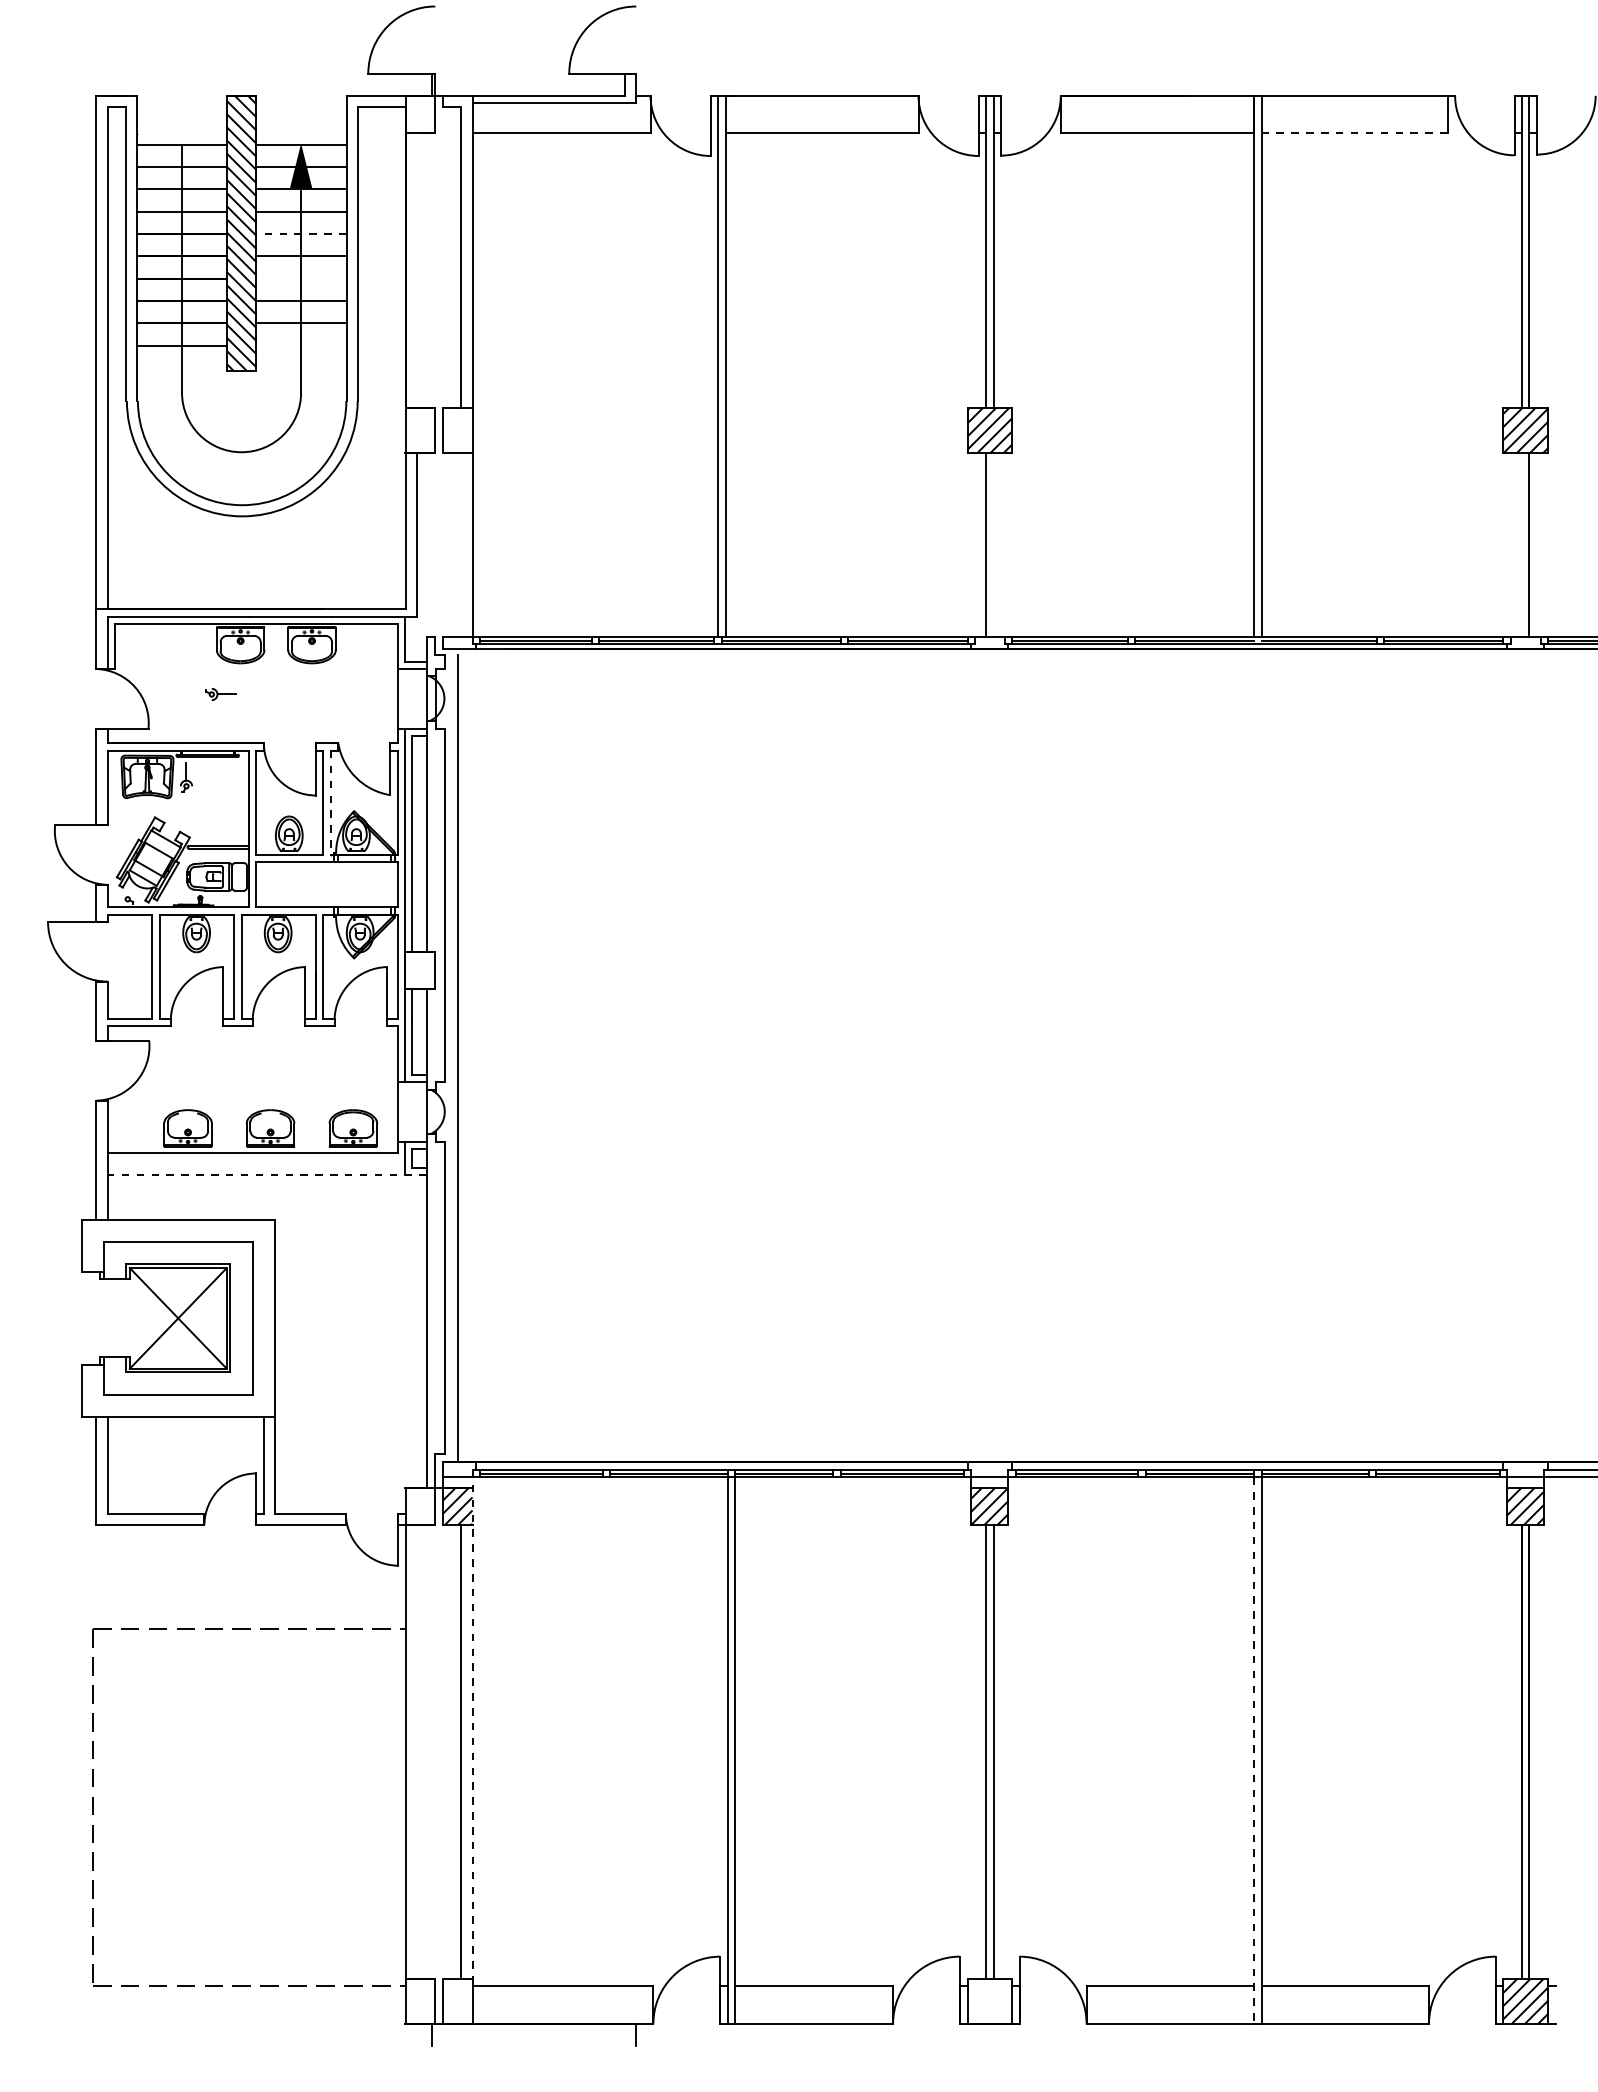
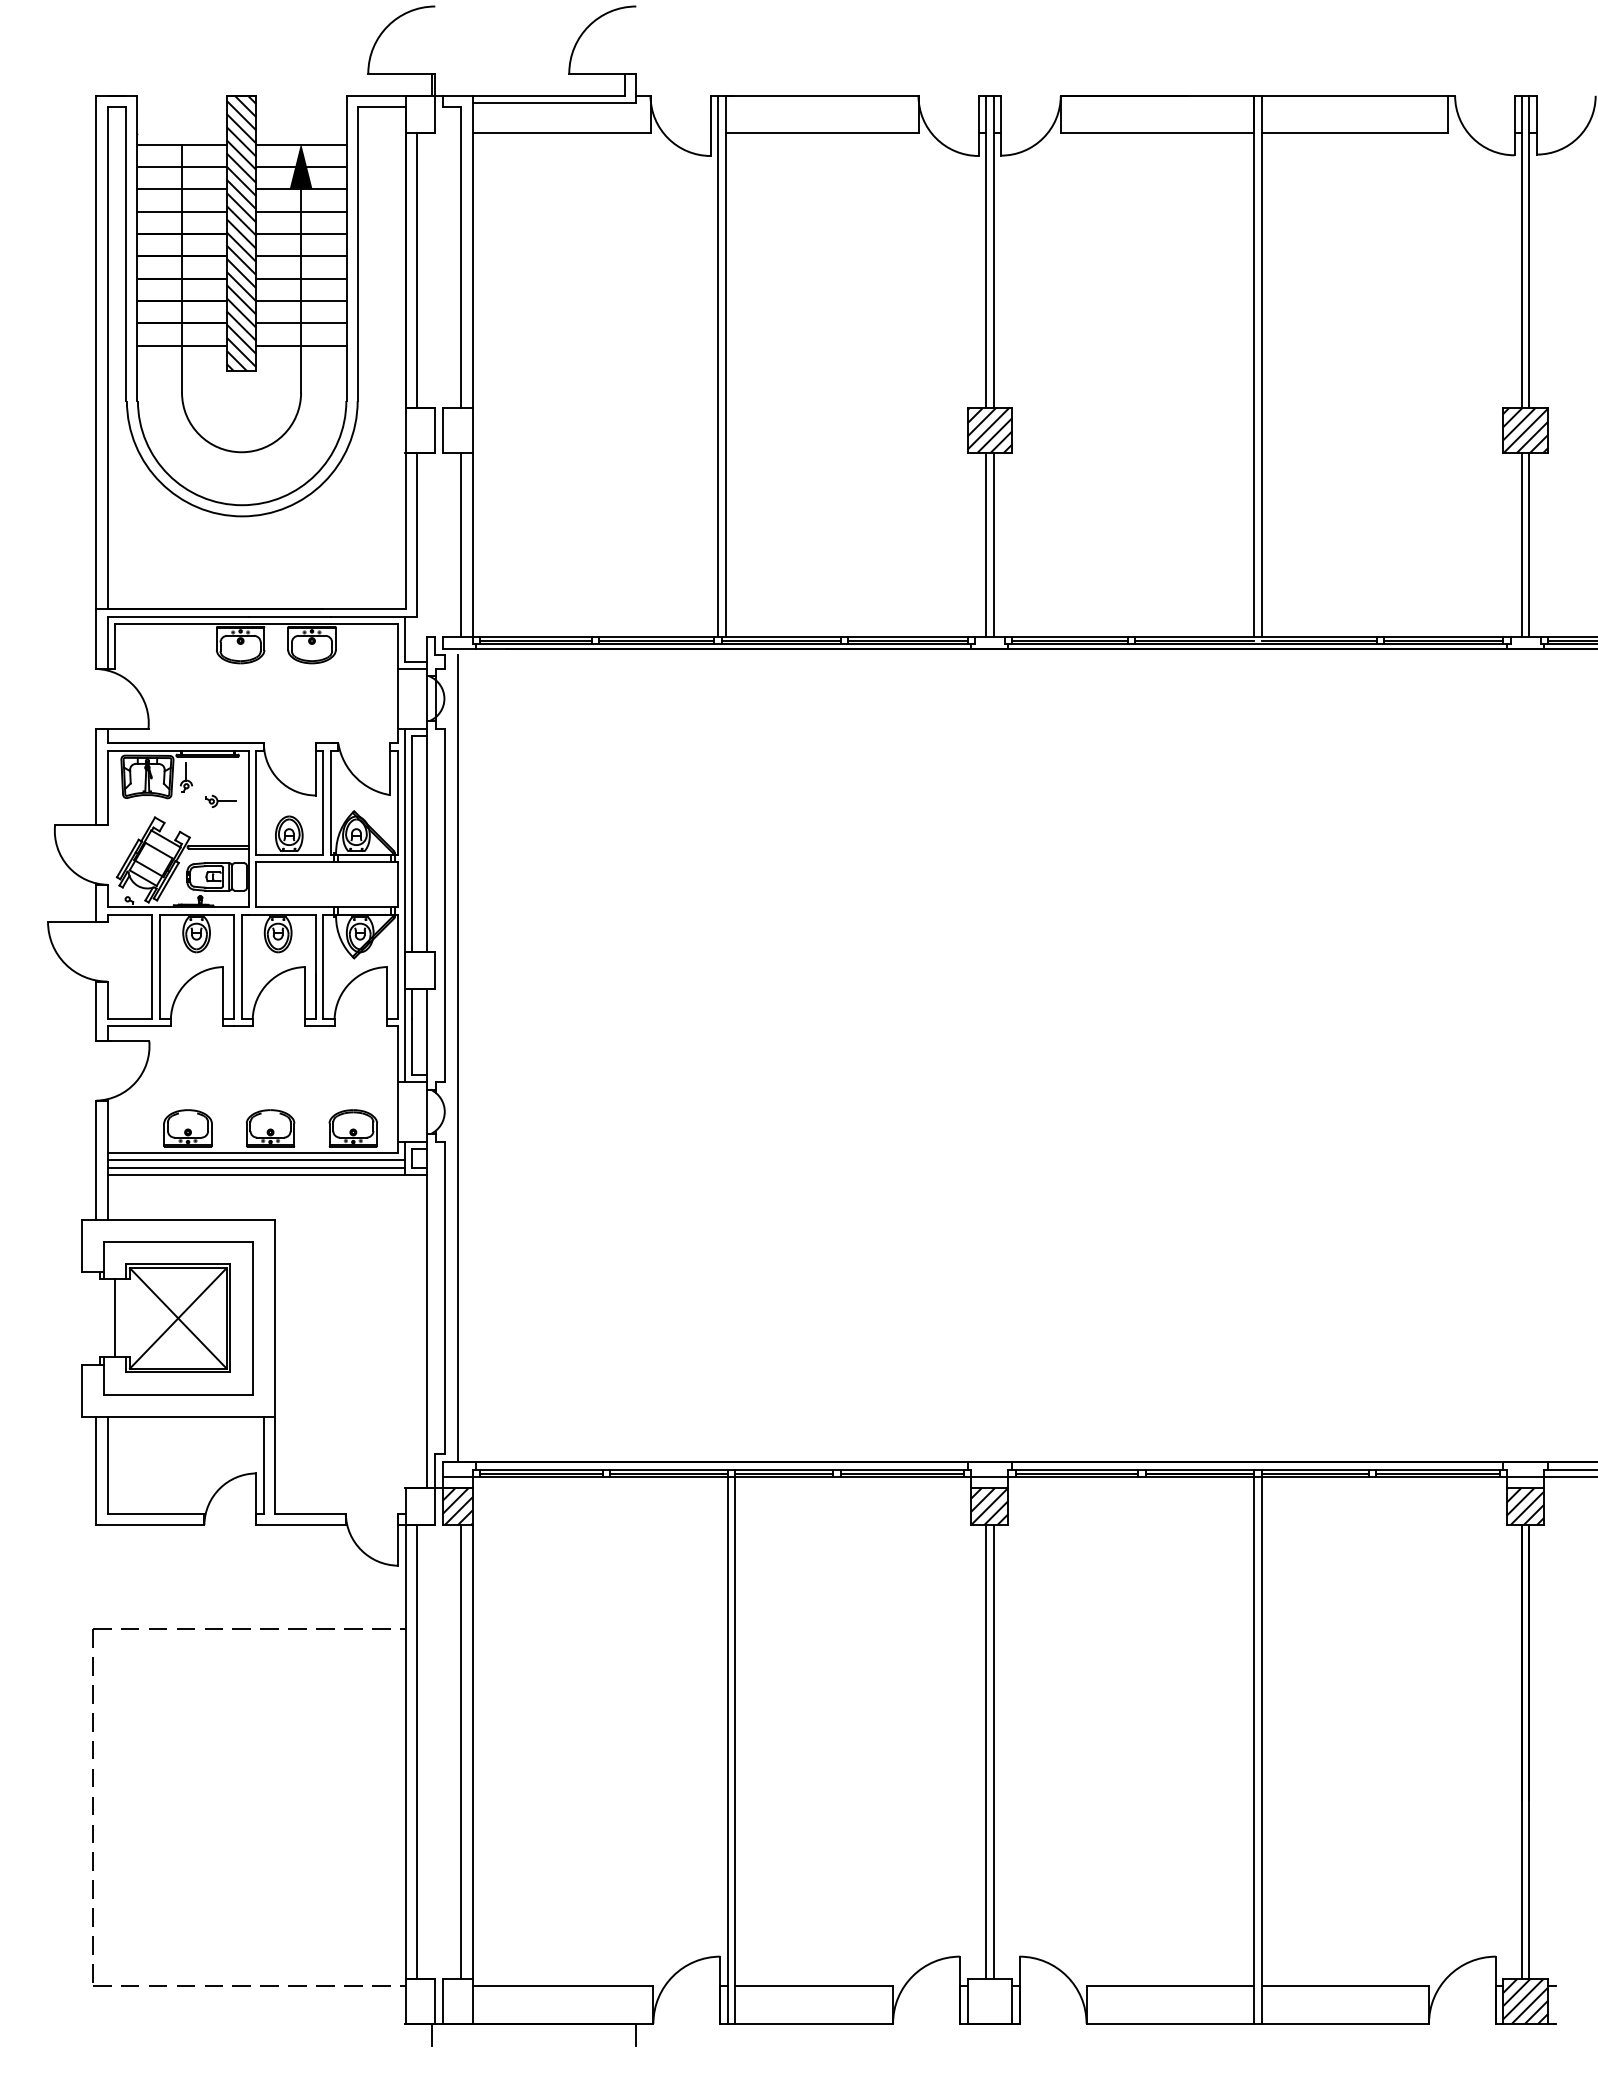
line at (1354, 133): dashed -> solid
line at (300, 234): dashed -> solid
line at (416, 270): none -> present
line at (301, 278): none -> present
line at (301, 345): none -> present
line at (461, 544): none -> present
line at (993, 544): none -> present
line at (1522, 544): none -> present
part at (220, 694) position: (220, 694) -> (220, 801)
line at (330, 803): dashed -> solid
line at (255, 1160): none -> present
line at (255, 1167): none -> present
line at (267, 1175): dashed -> solid
line at (115, 1318): none -> present
line at (472, 1724): dashed -> solid
line at (1254, 1750): dashed -> solid
line at (416, 1751): none -> present
